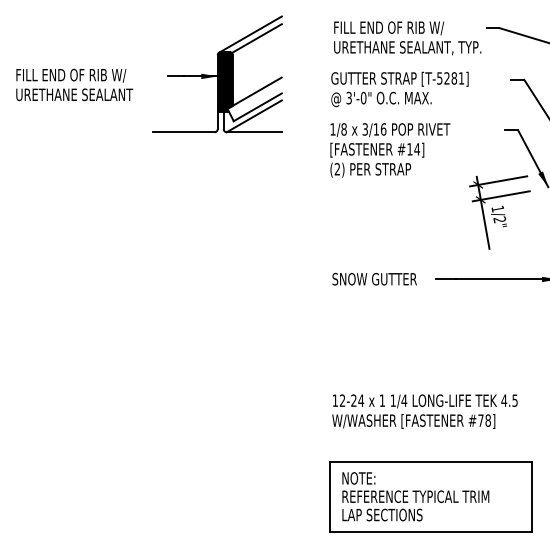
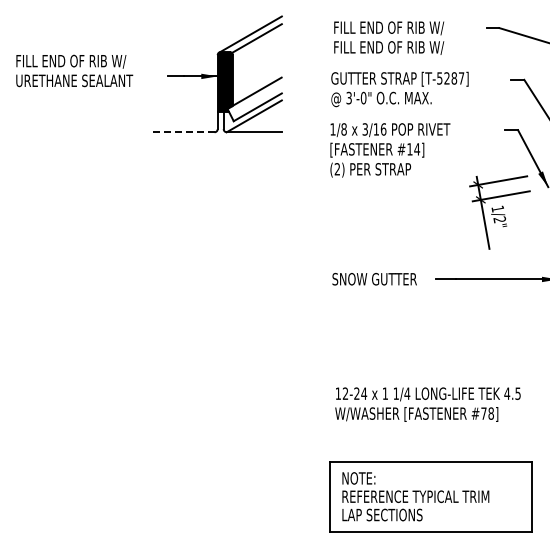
text at (407, 48): URETHANE SEALANT, TYP. -> FILL END OF RIB W/
text at (461, 78): [T-5281] -> [T-5287]
text at (74, 84) position: (74, 84) -> (74, 70)
line at (184, 132): solid -> dashed
text at (424, 411) position: (424, 411) -> (427, 404)
